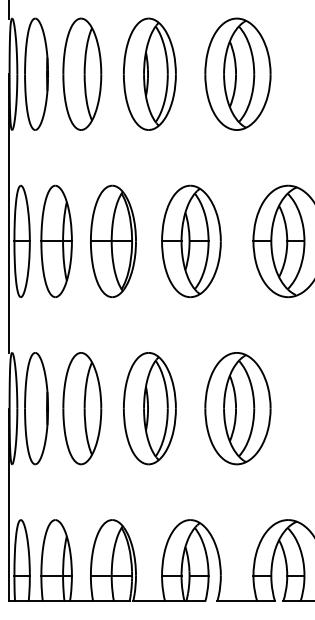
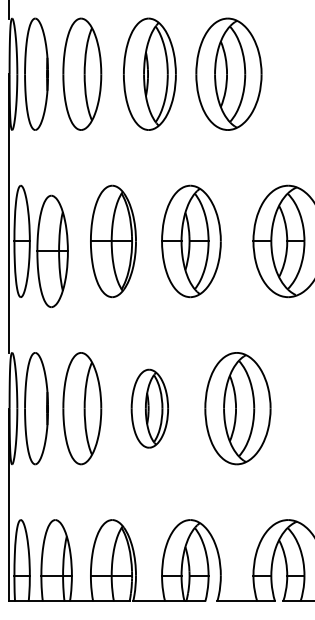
part at (237, 73) position: (237, 73) -> (228, 73)
part at (56, 240) position: (56, 240) -> (52, 250)
part at (149, 408) size: 54x114 px -> 39x81 px
